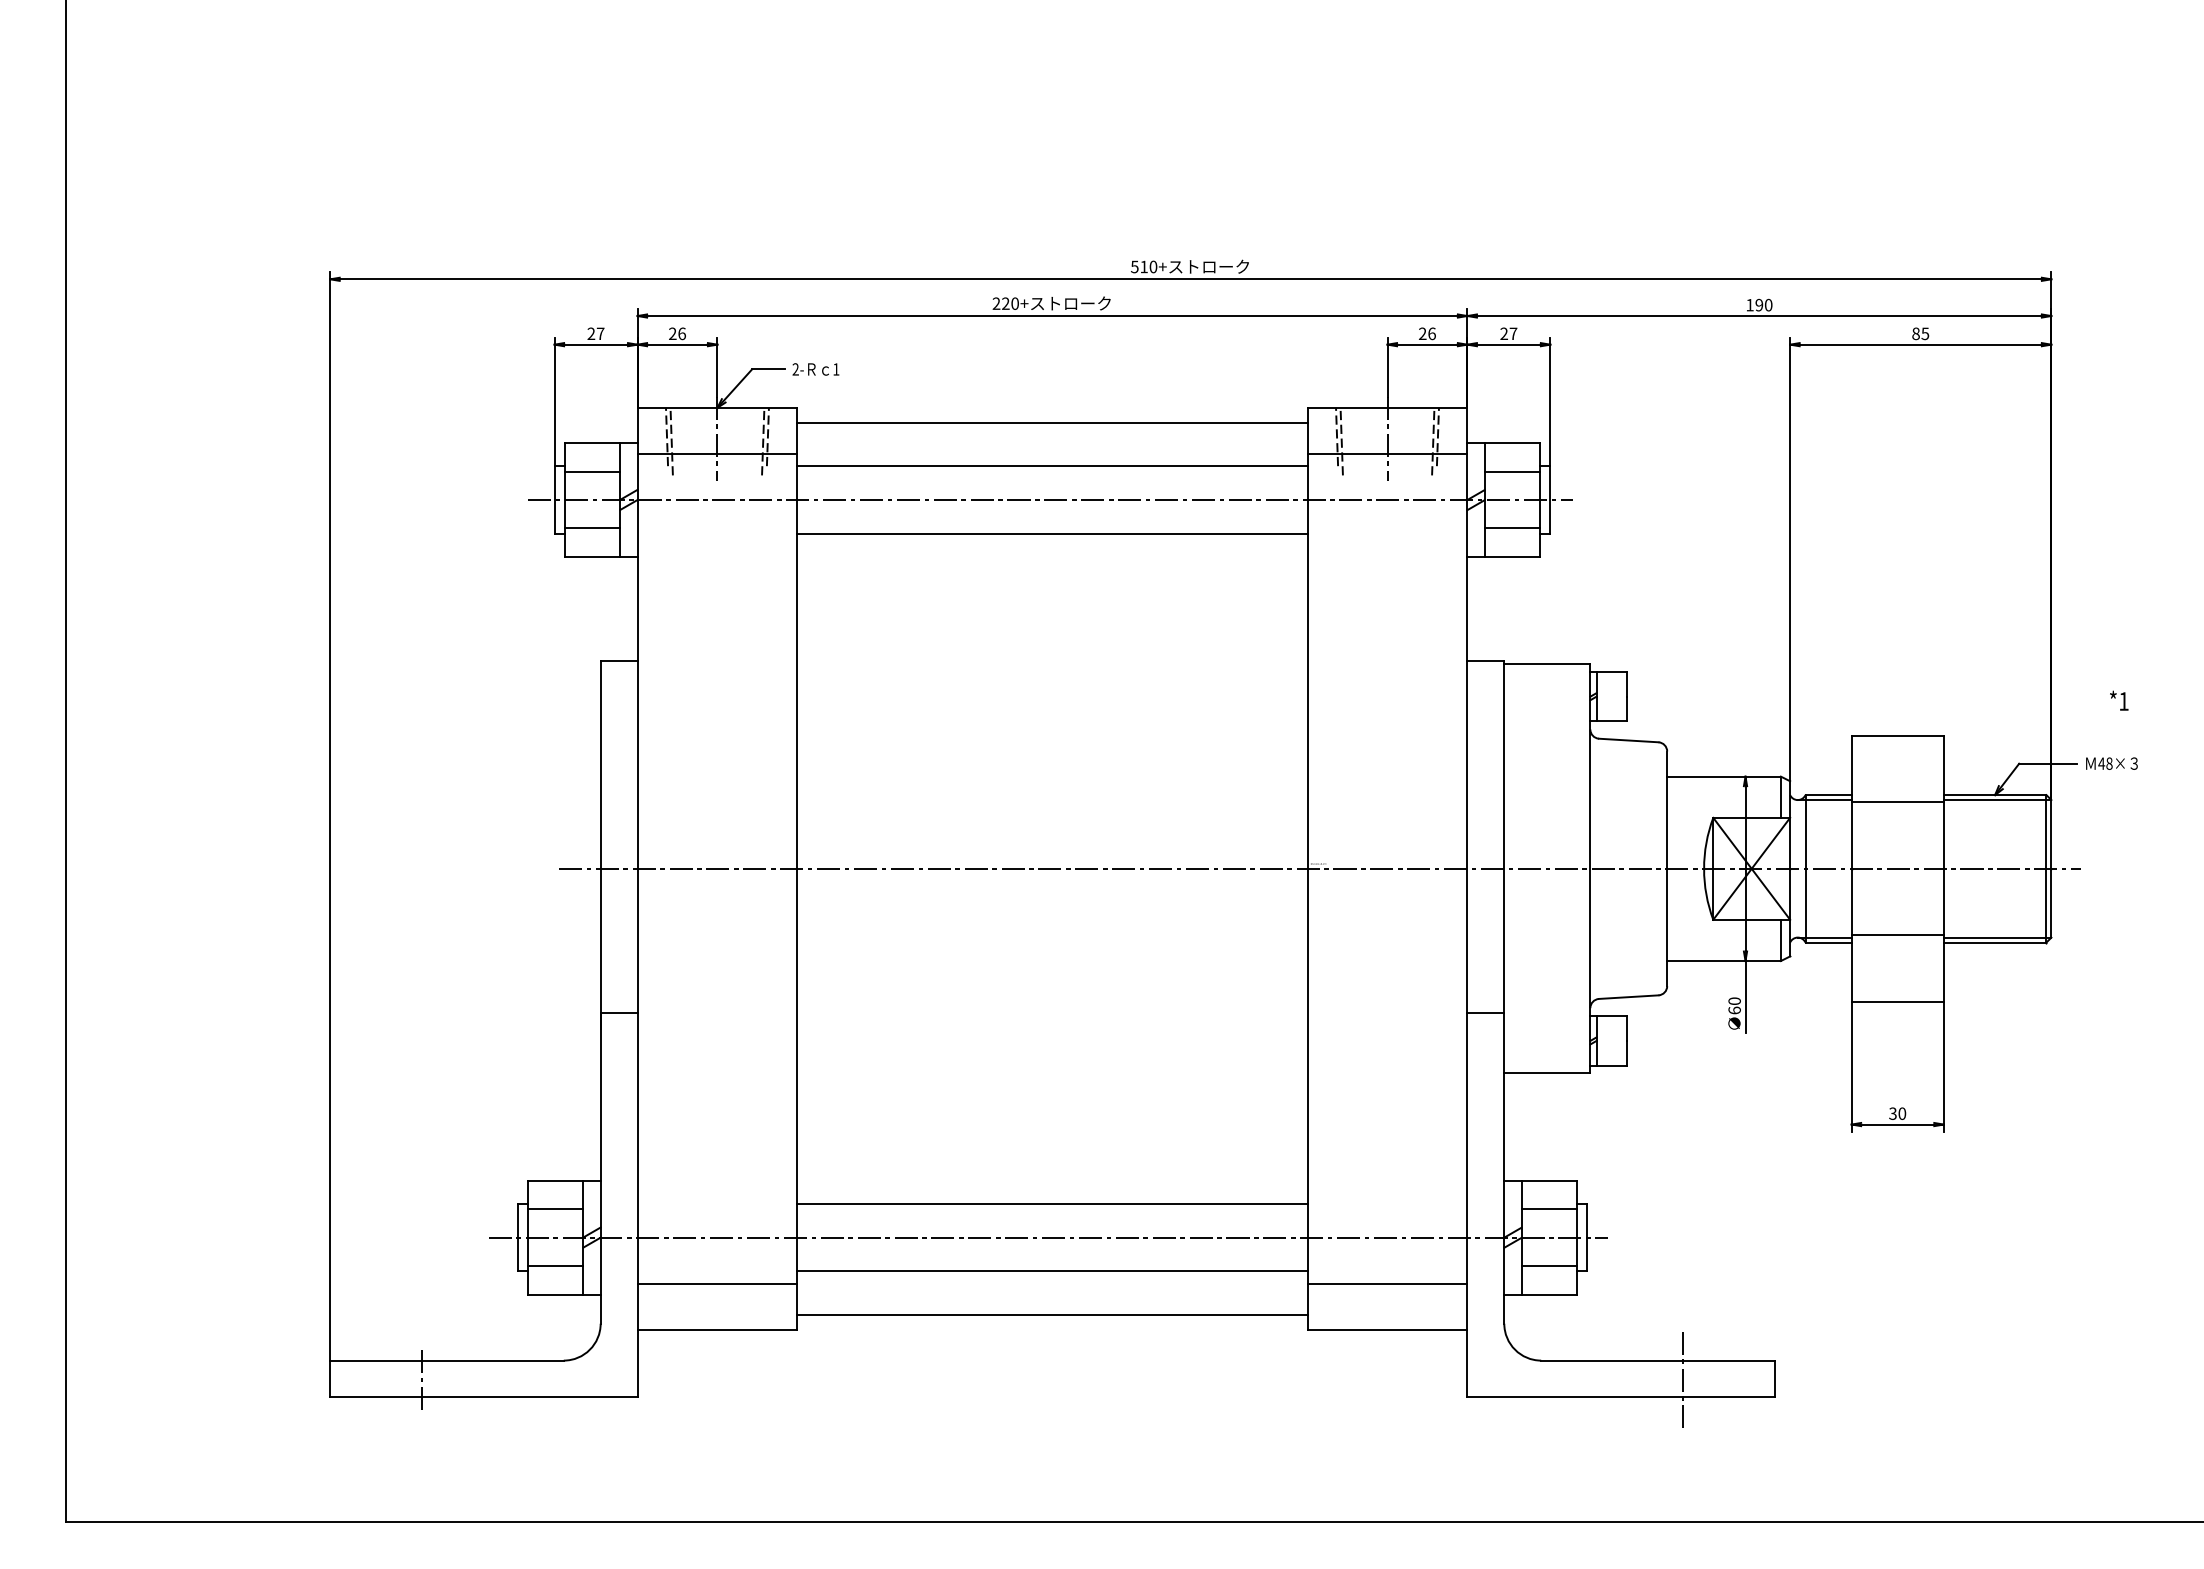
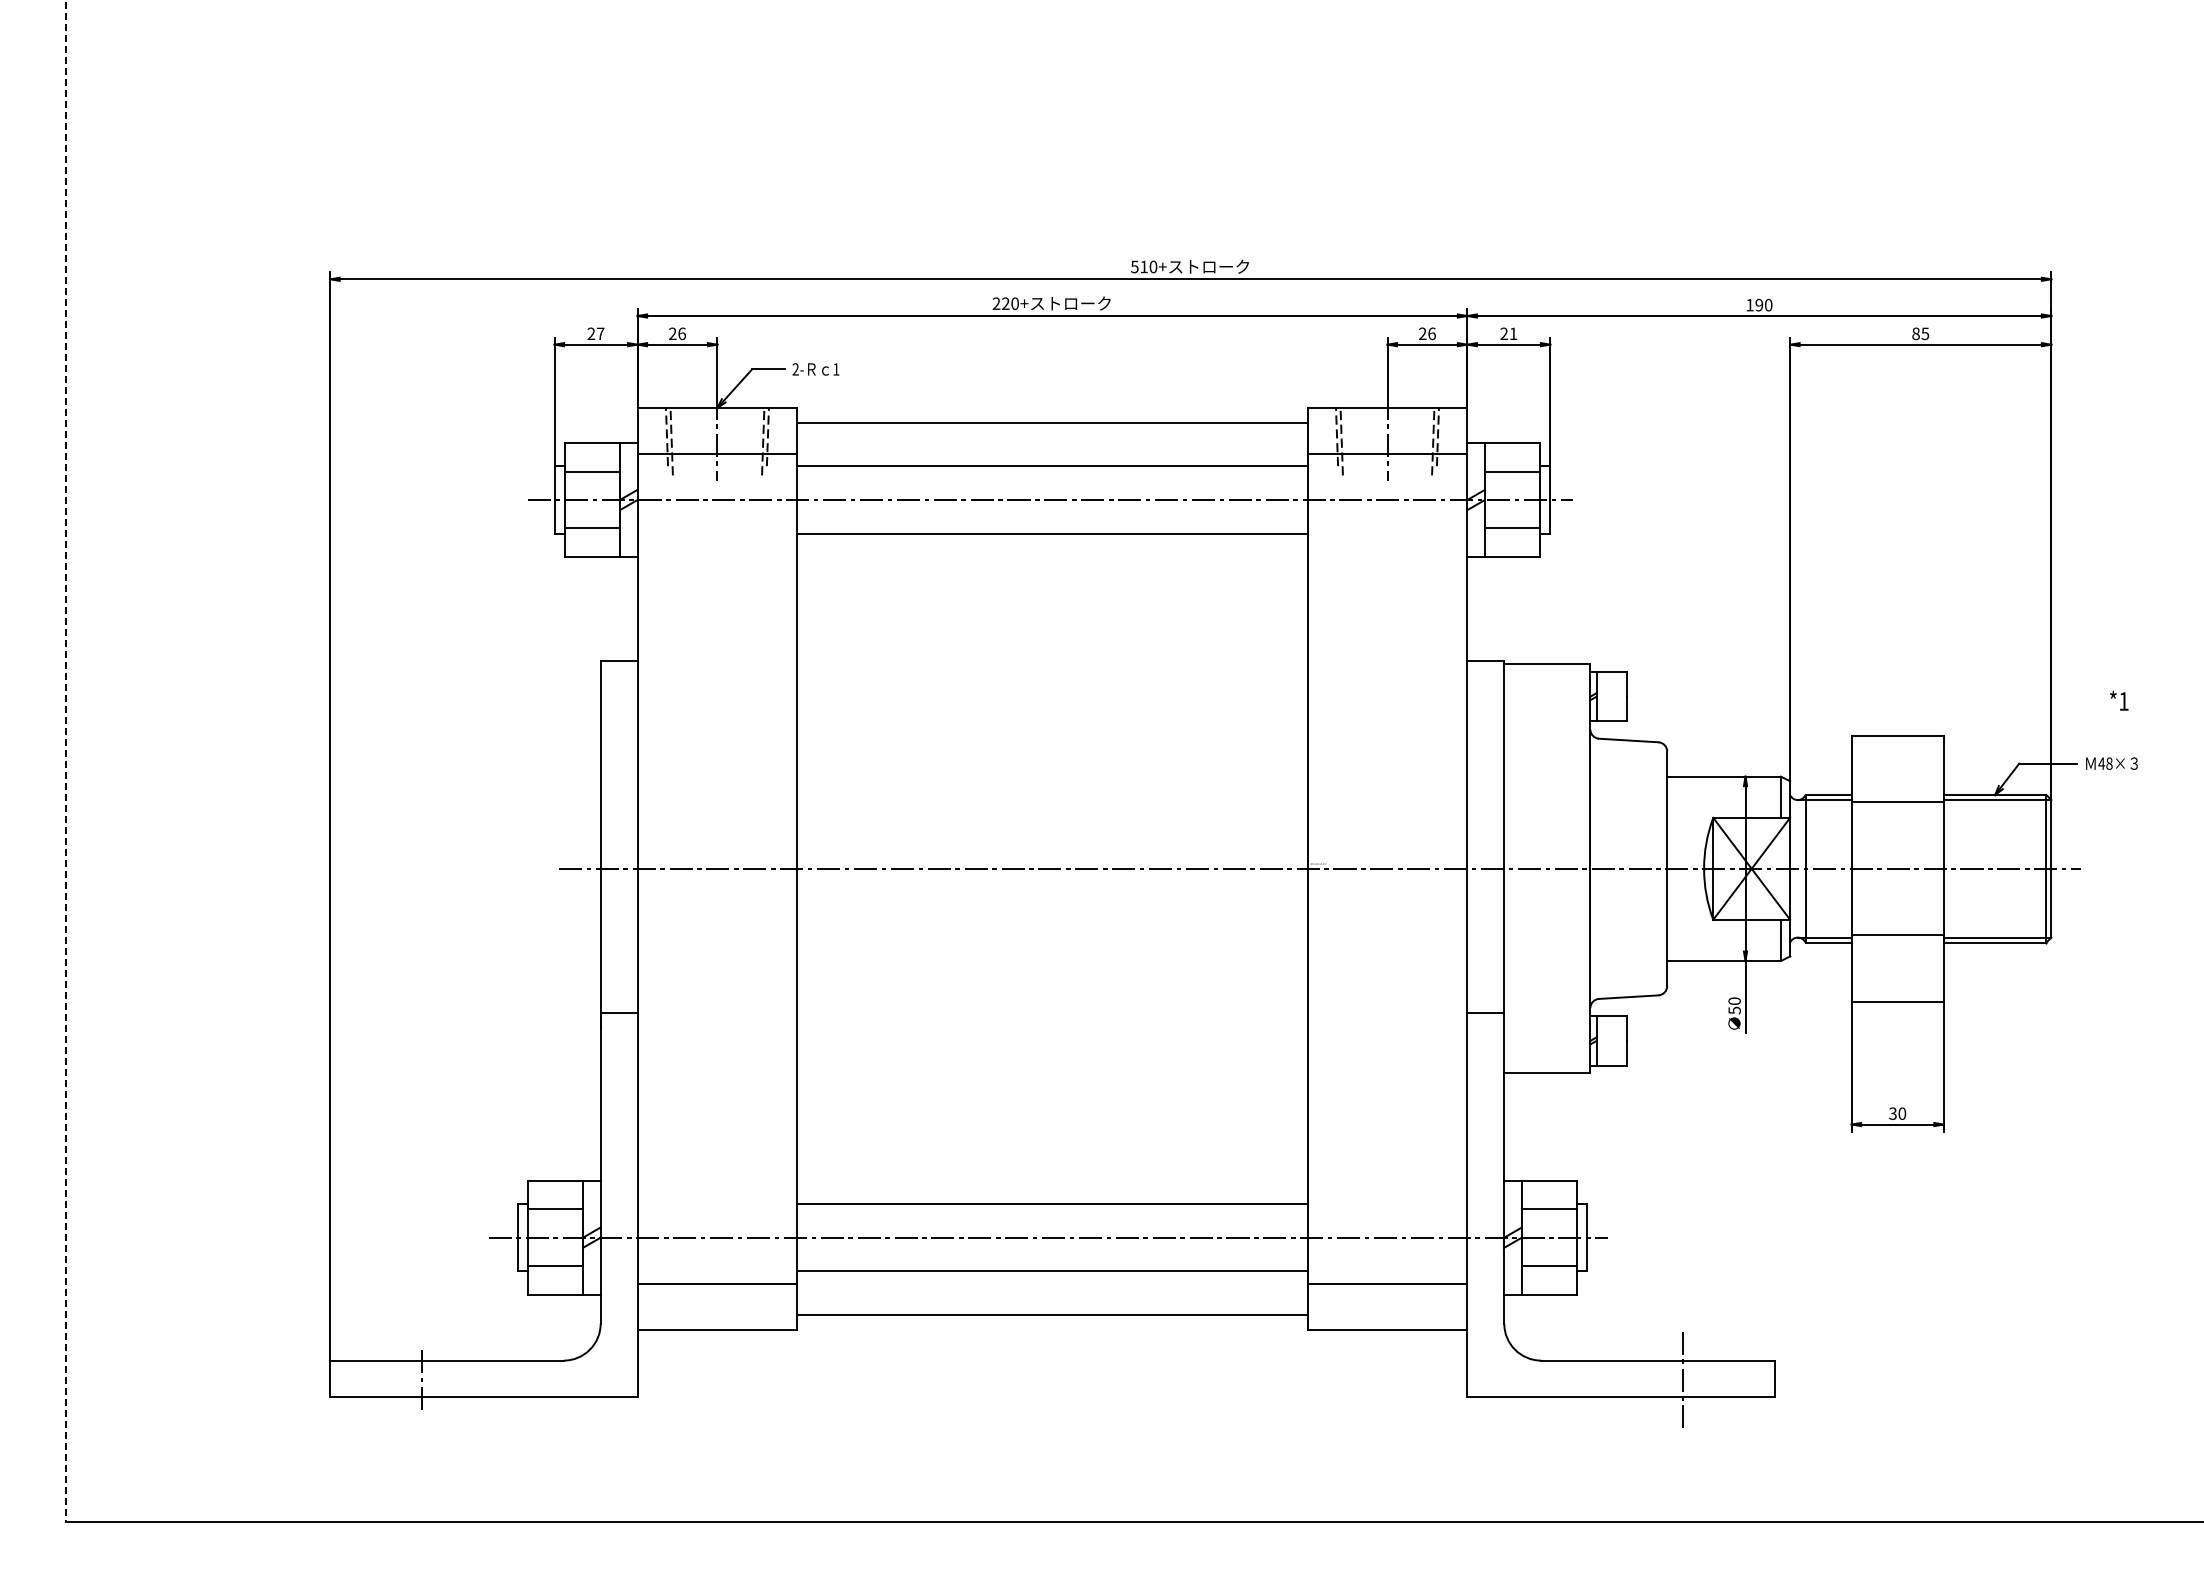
text at (1513, 333): 27 -> 21
line at (66, 761): solid -> dashed
text at (1734, 1010): 60 -> 50
